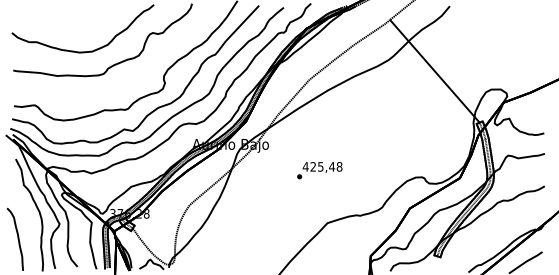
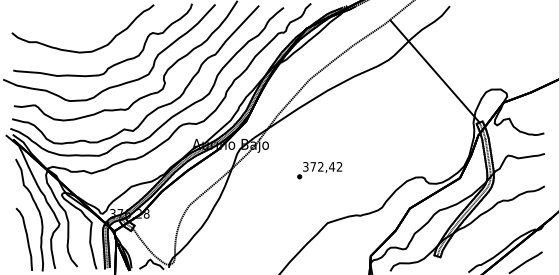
part at (117, 84): none -> present
text at (322, 166): 425,48 -> 372,42
curve at (17, 238) position: (17, 238) -> (26, 238)
